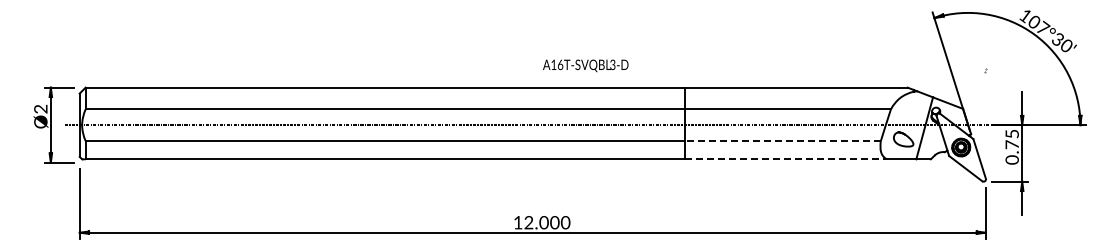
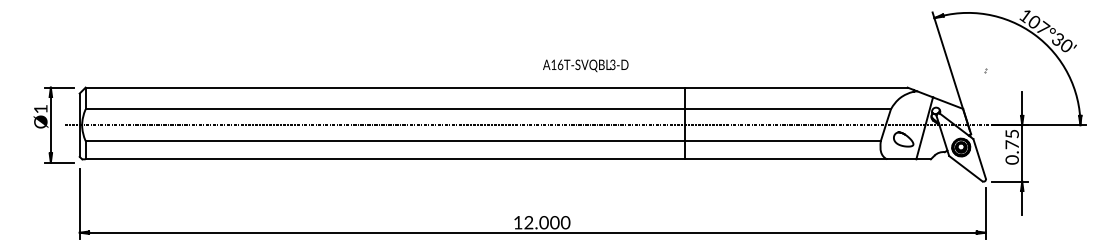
text at (40, 108): Ø2 -> Ø1
line at (783, 141): dashed -> solid
line at (786, 159): dashed -> solid
